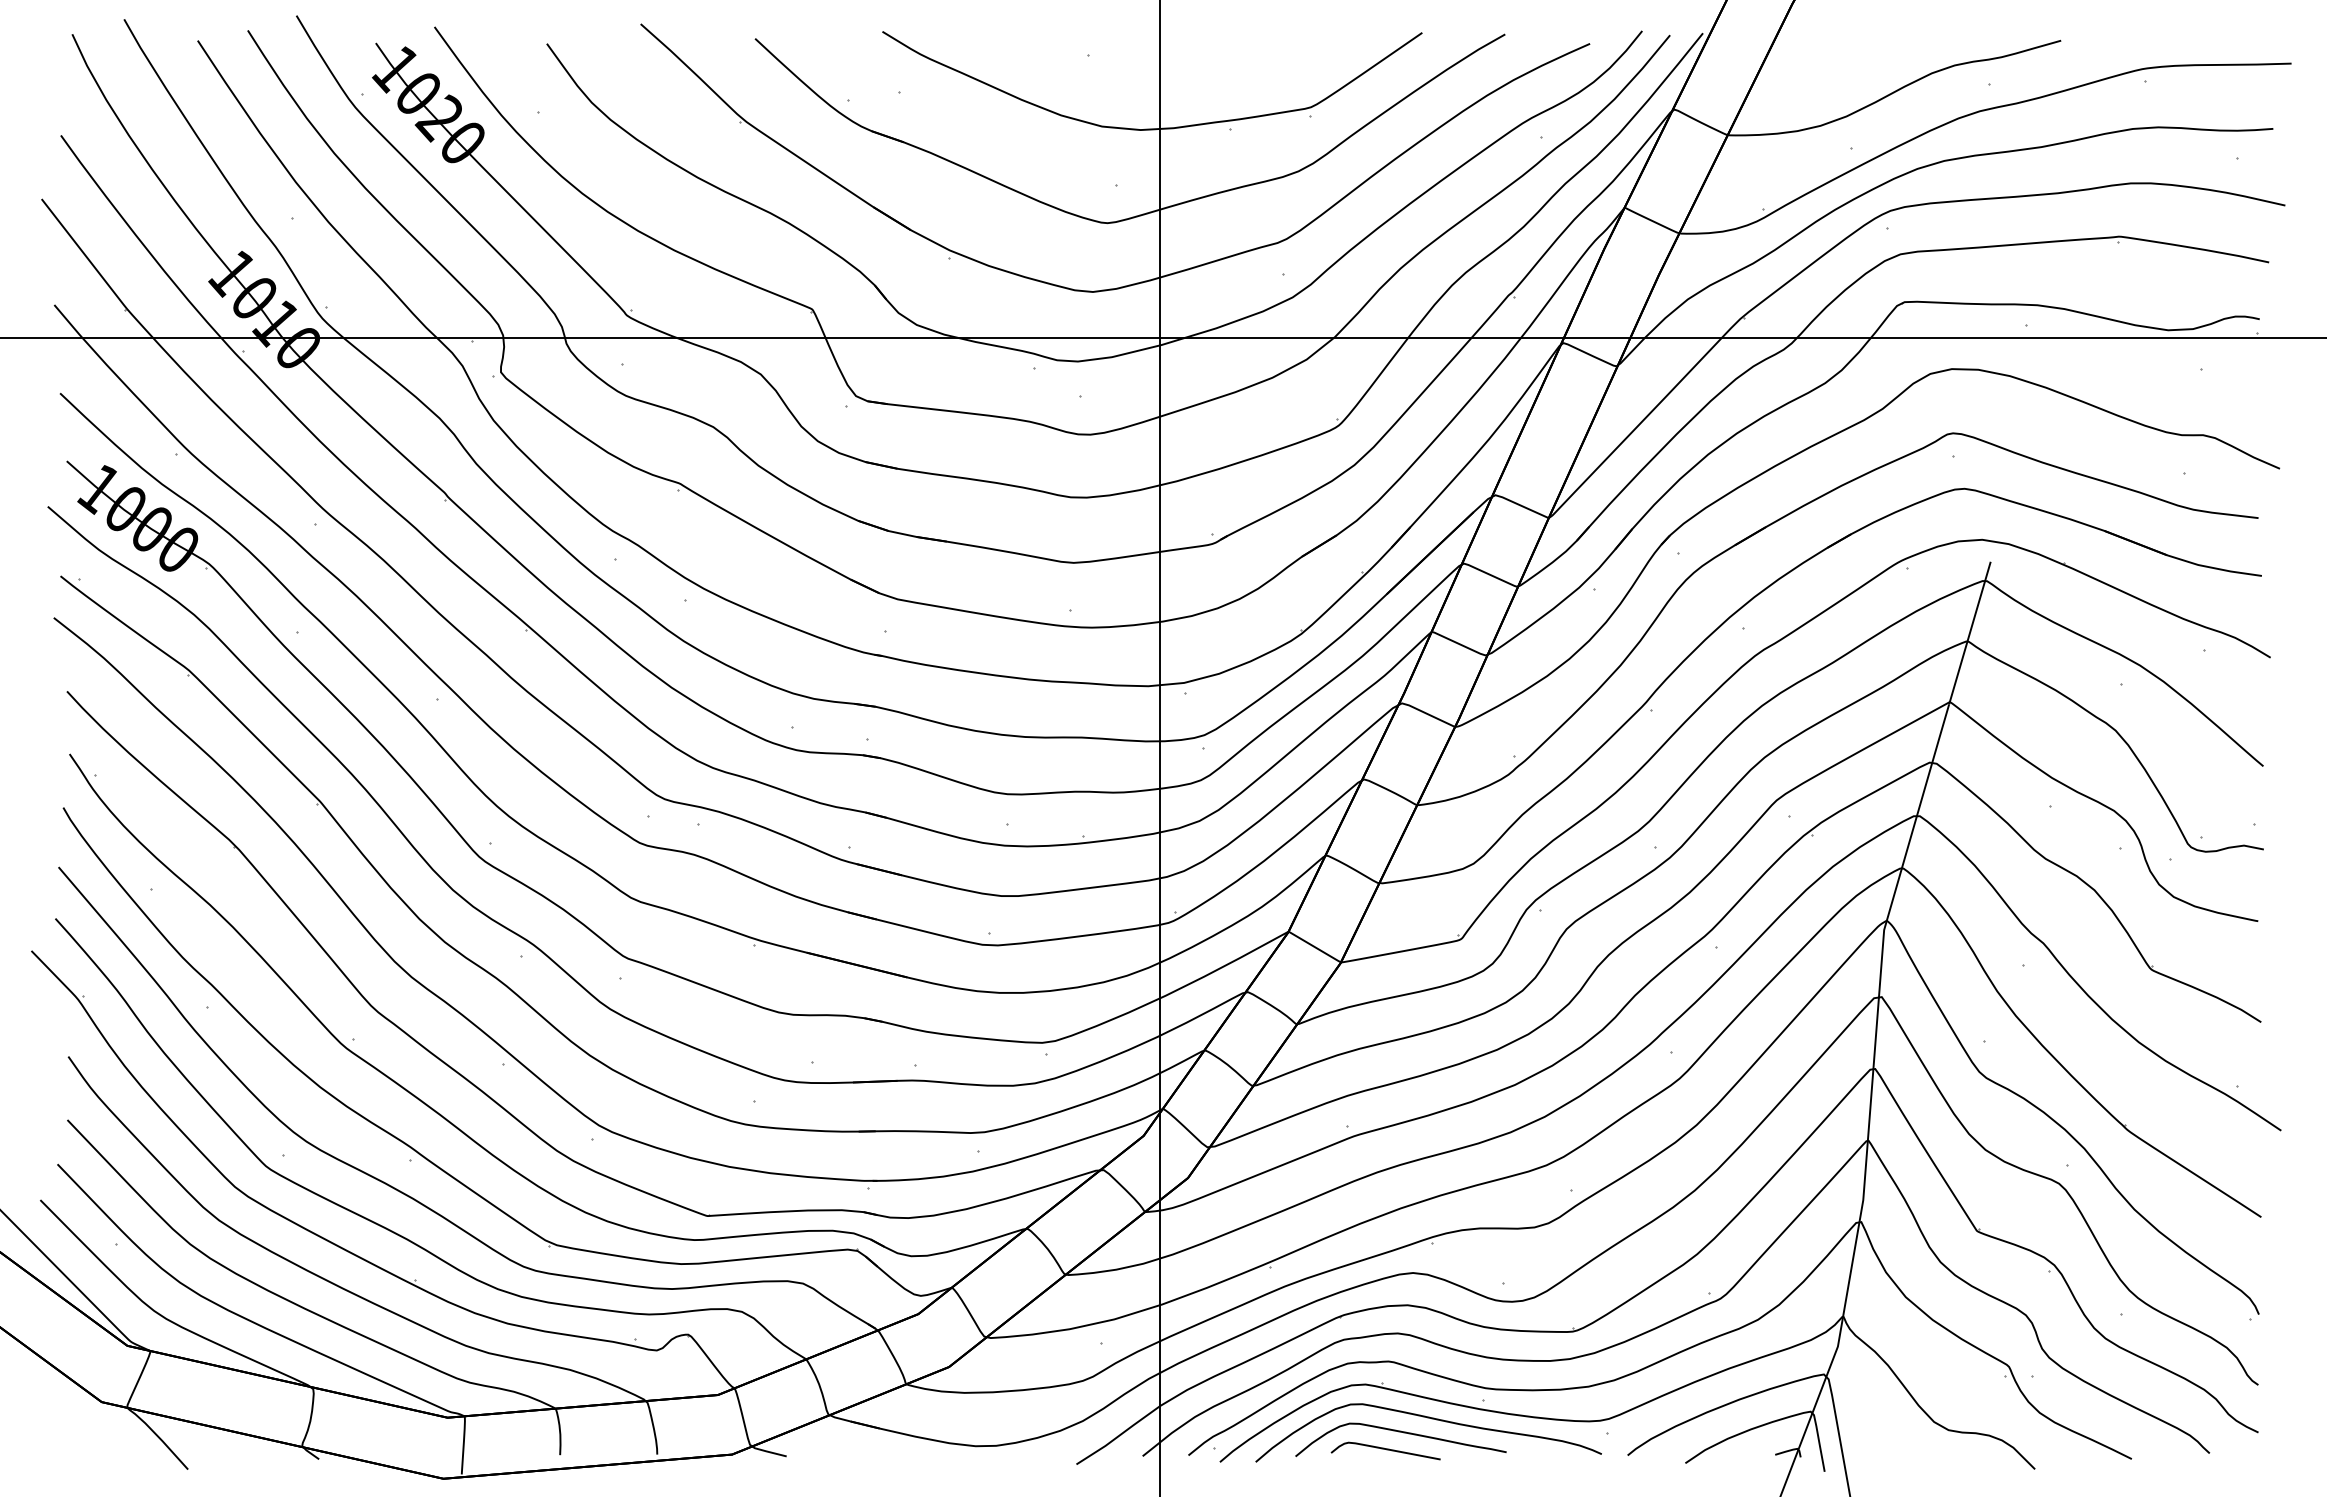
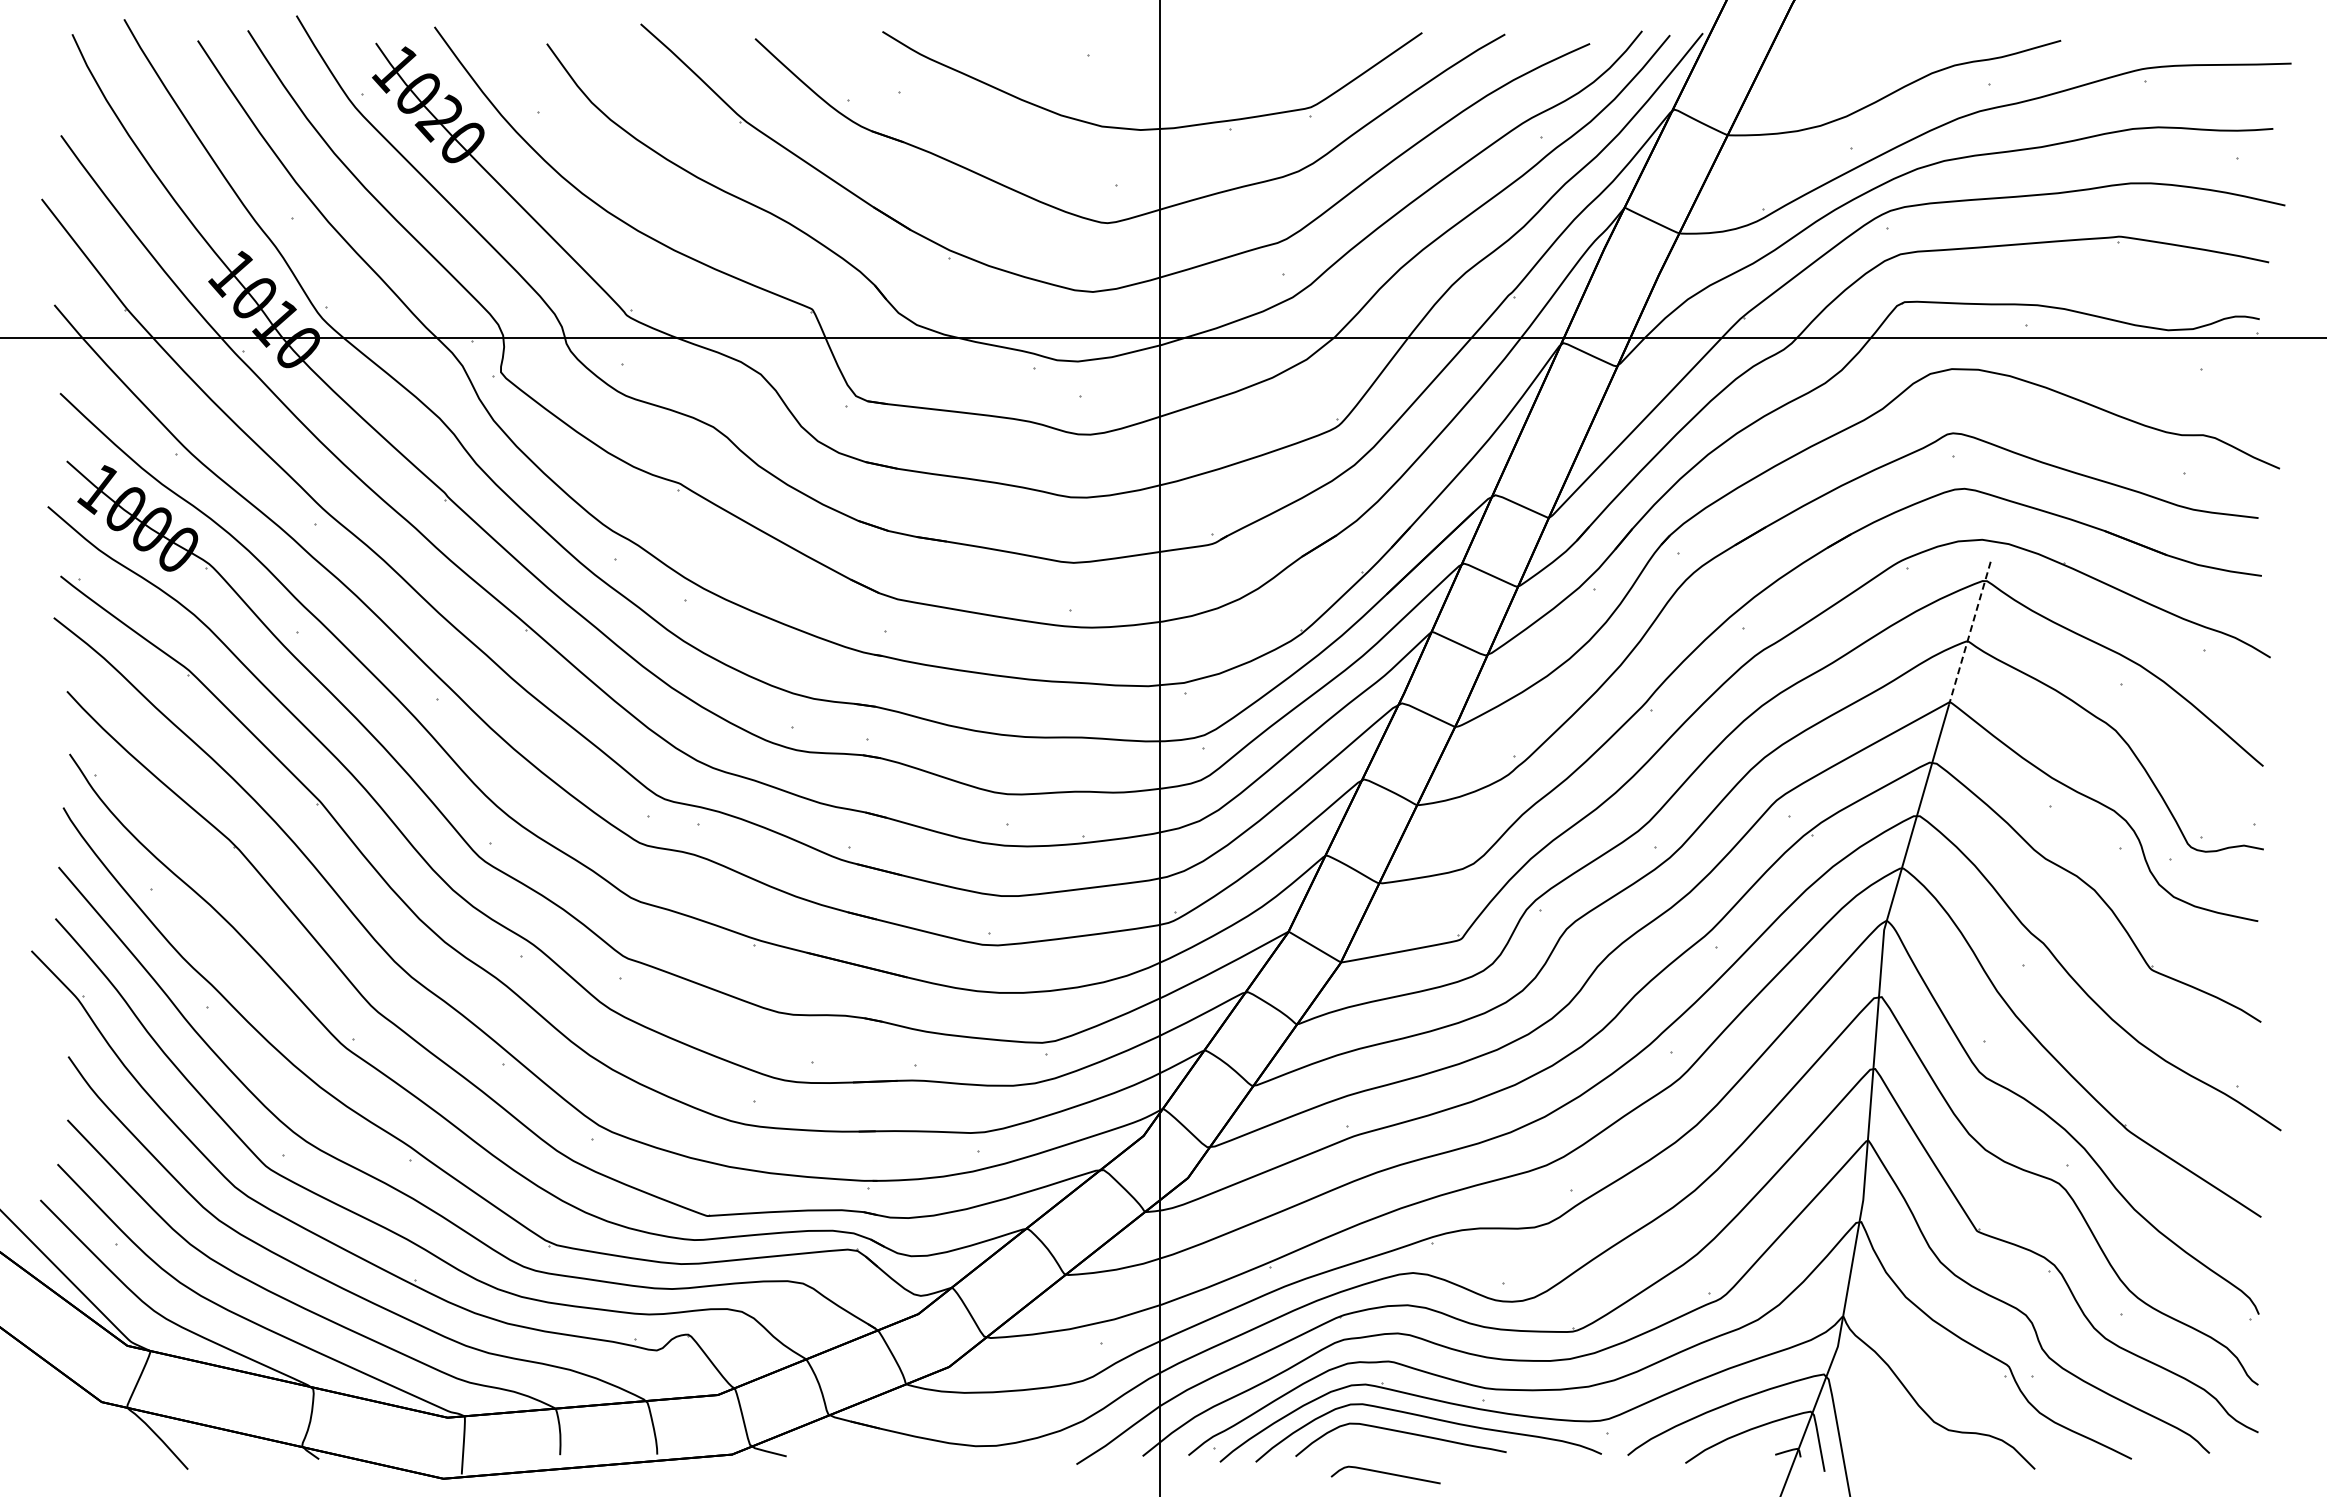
line at (1969, 633): solid -> dashed
curve at (1385, 1449) position: (1385, 1449) -> (1385, 1473)
